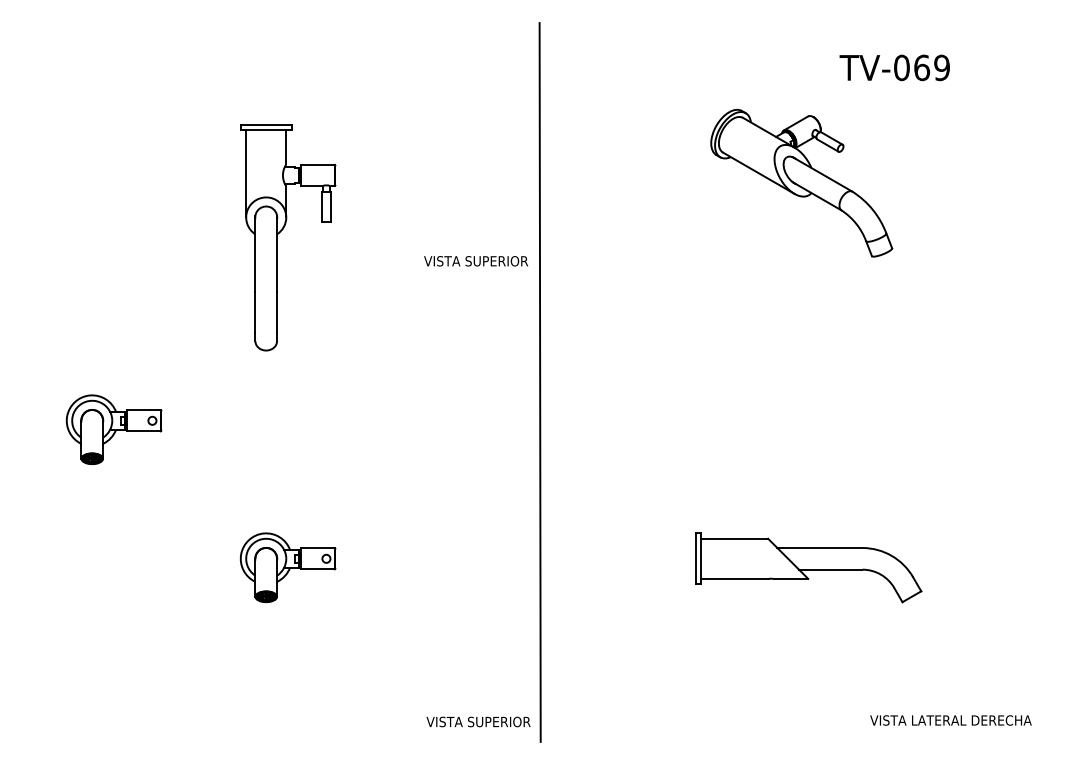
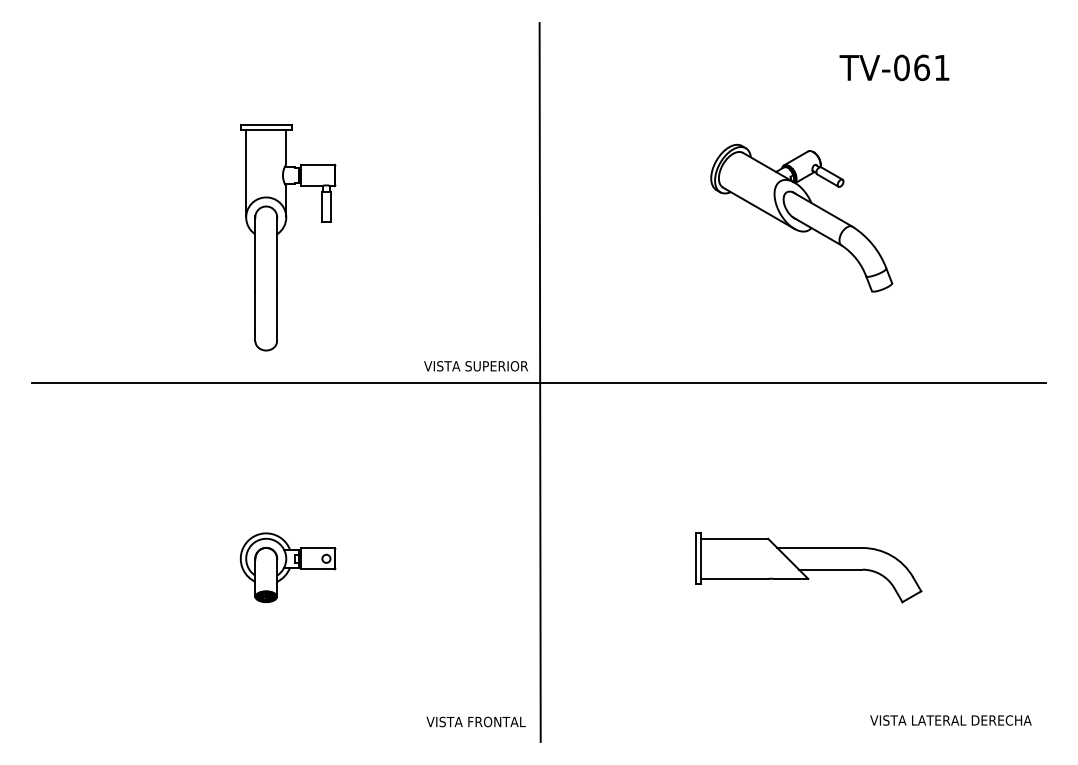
text at (941, 67): TV-069 -> TV-061
part at (801, 182) position: (801, 182) -> (801, 217)
text at (475, 261) position: (475, 261) -> (475, 366)
line at (538, 383): none -> present
part at (113, 429): present -> none
text at (499, 721): VISTA SUPERIOR -> VISTA FRONTAL
